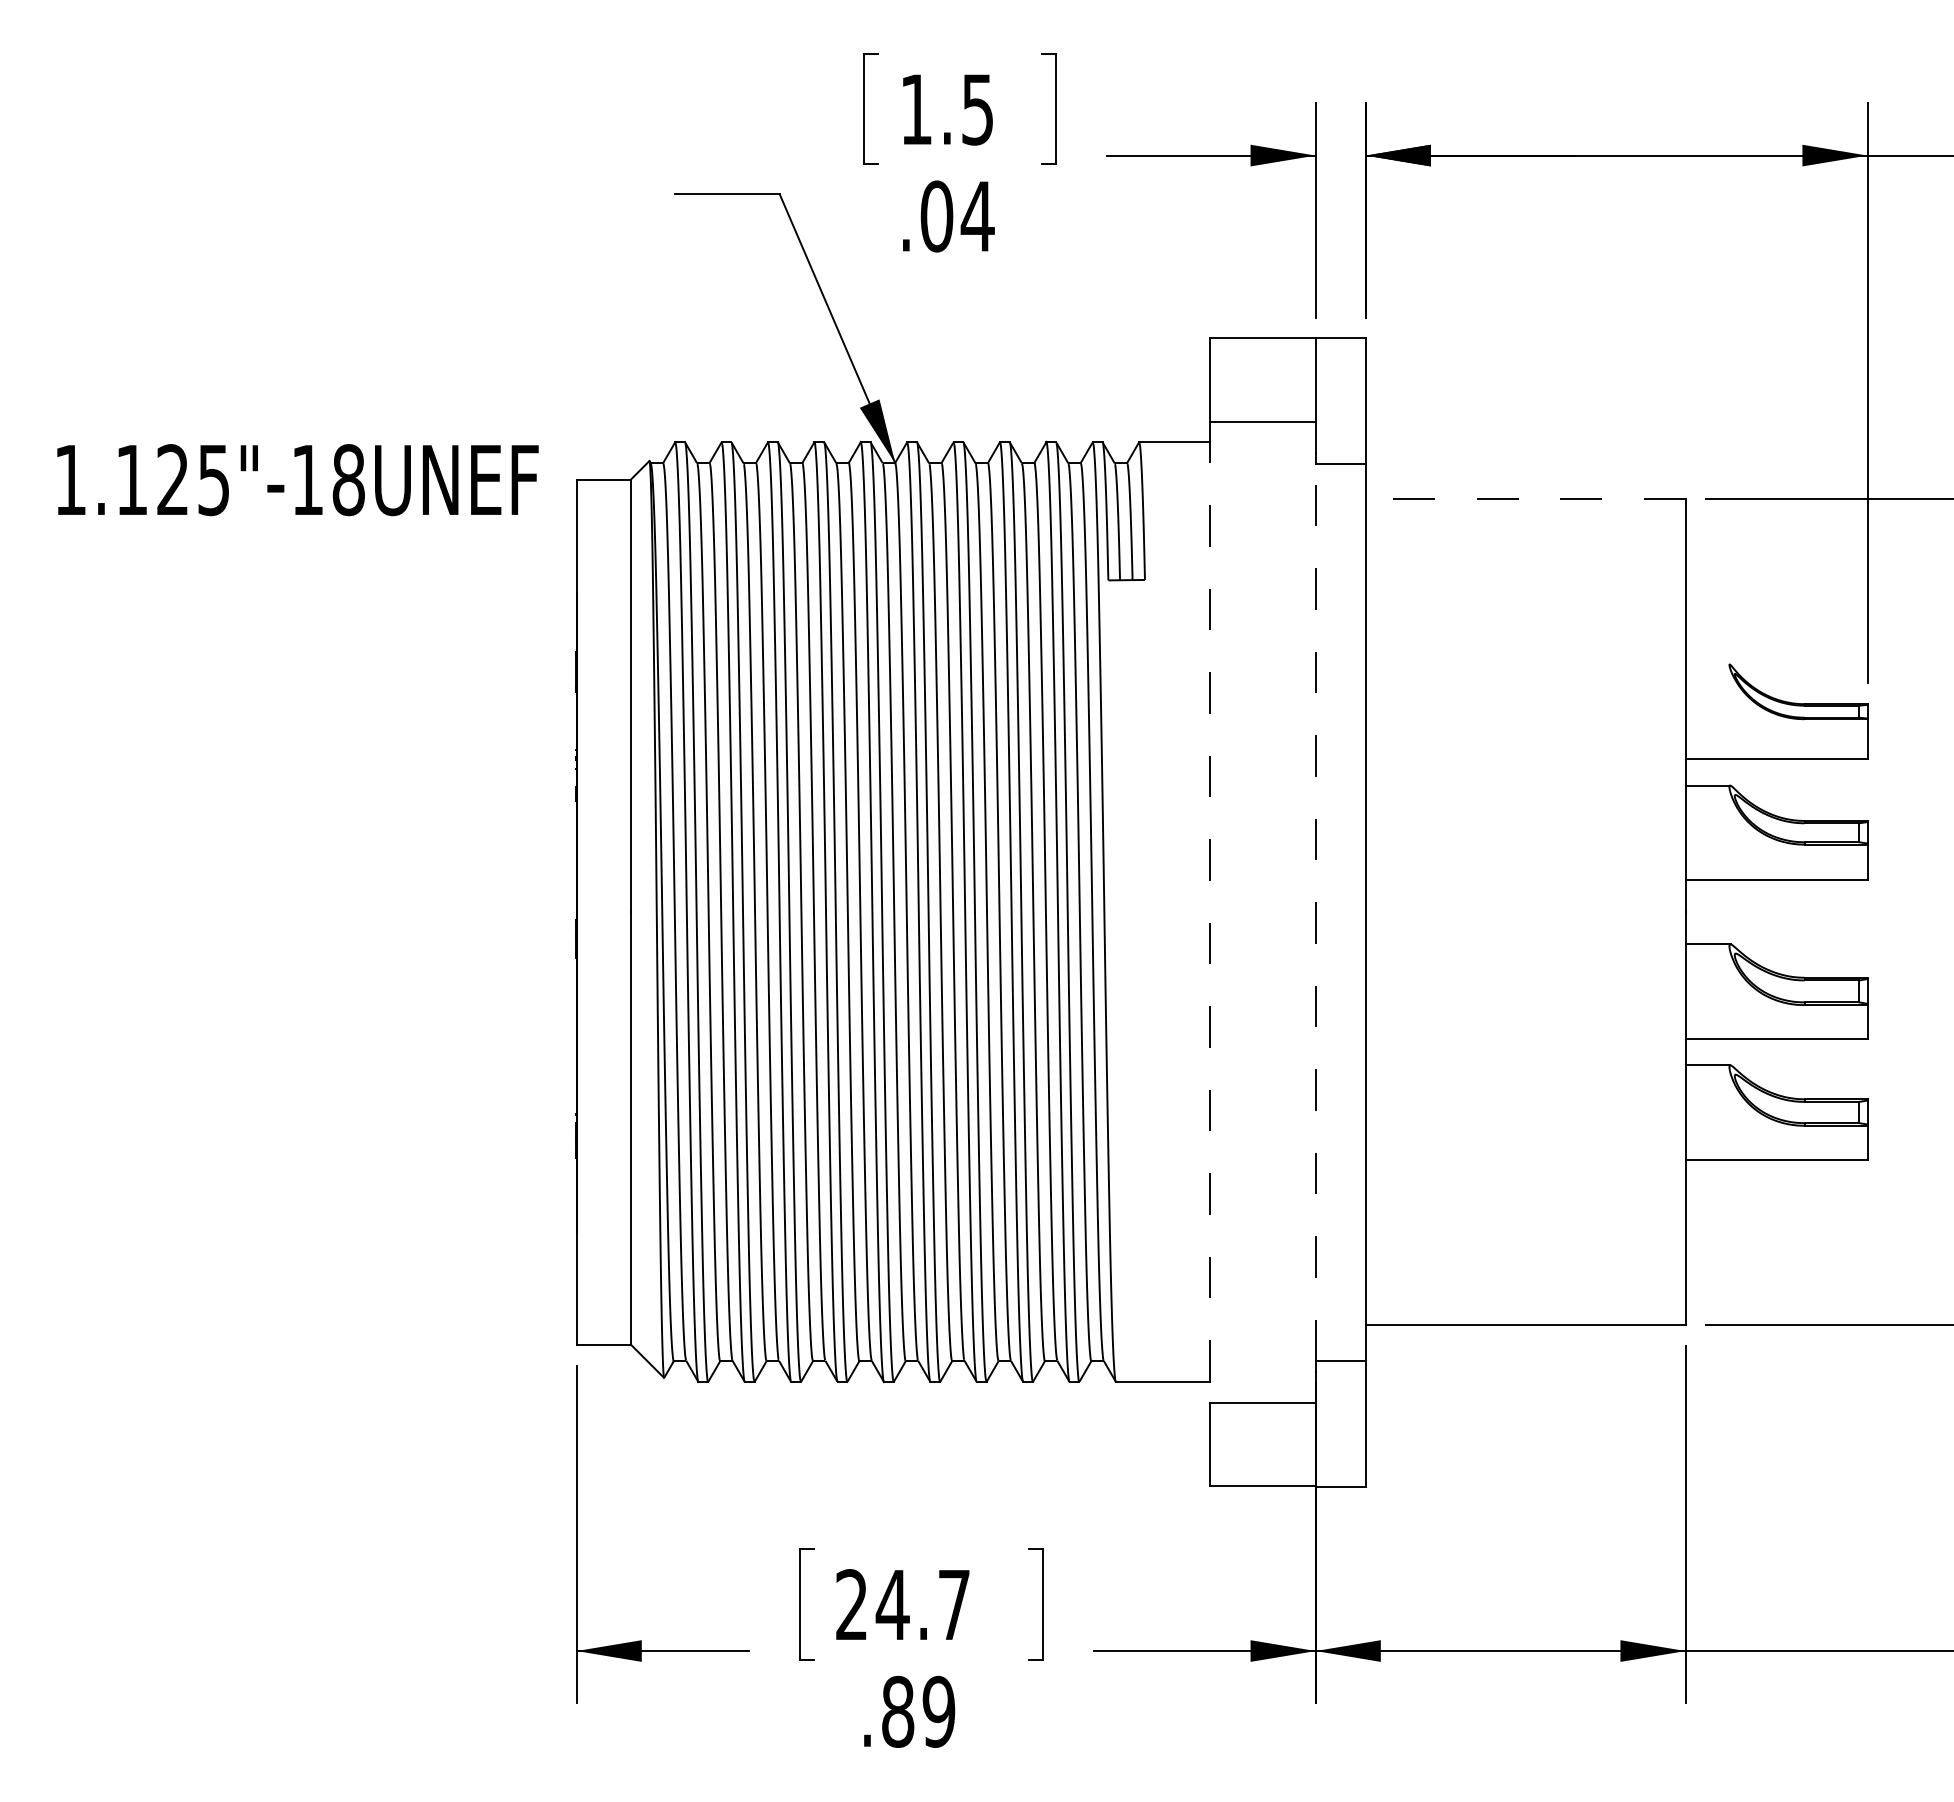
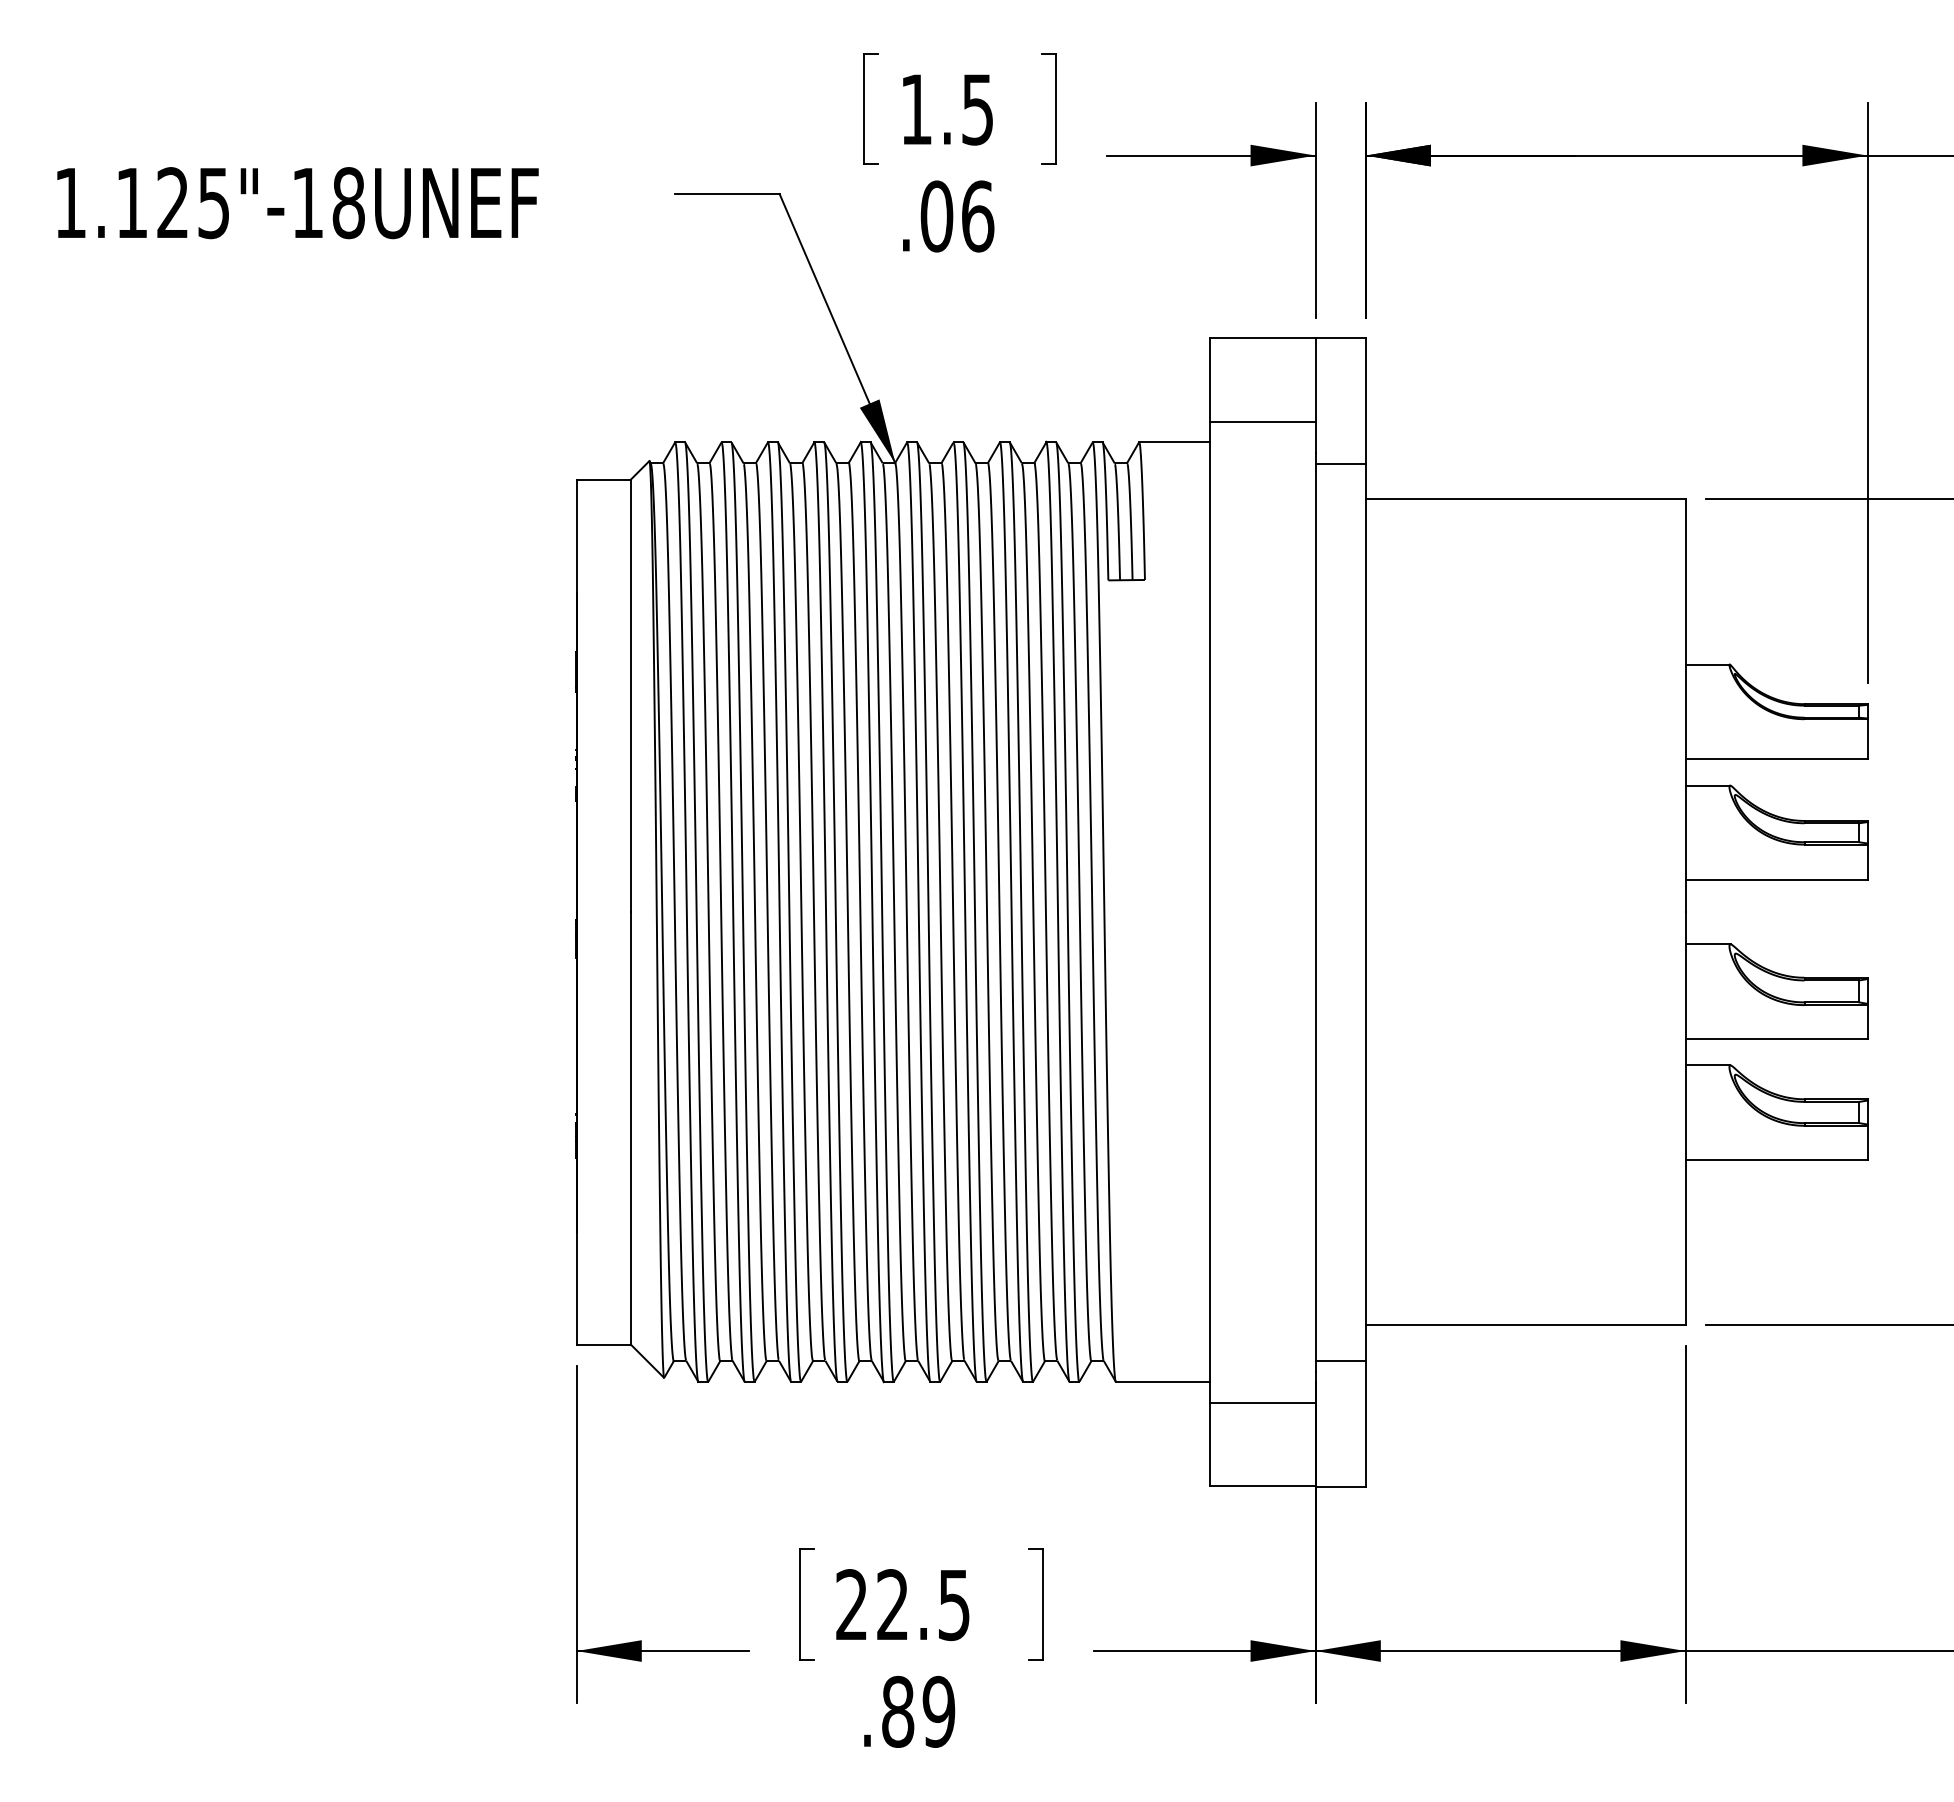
text at (977, 216): .04 -> .06
text at (297, 480) position: (297, 480) -> (297, 203)
line at (1525, 498): dashed -> solid
line at (1707, 664): none -> present
line at (1209, 912): dashed -> solid
line at (1315, 912): dashed -> solid
text at (922, 1605): 24.7 -> 22.5
